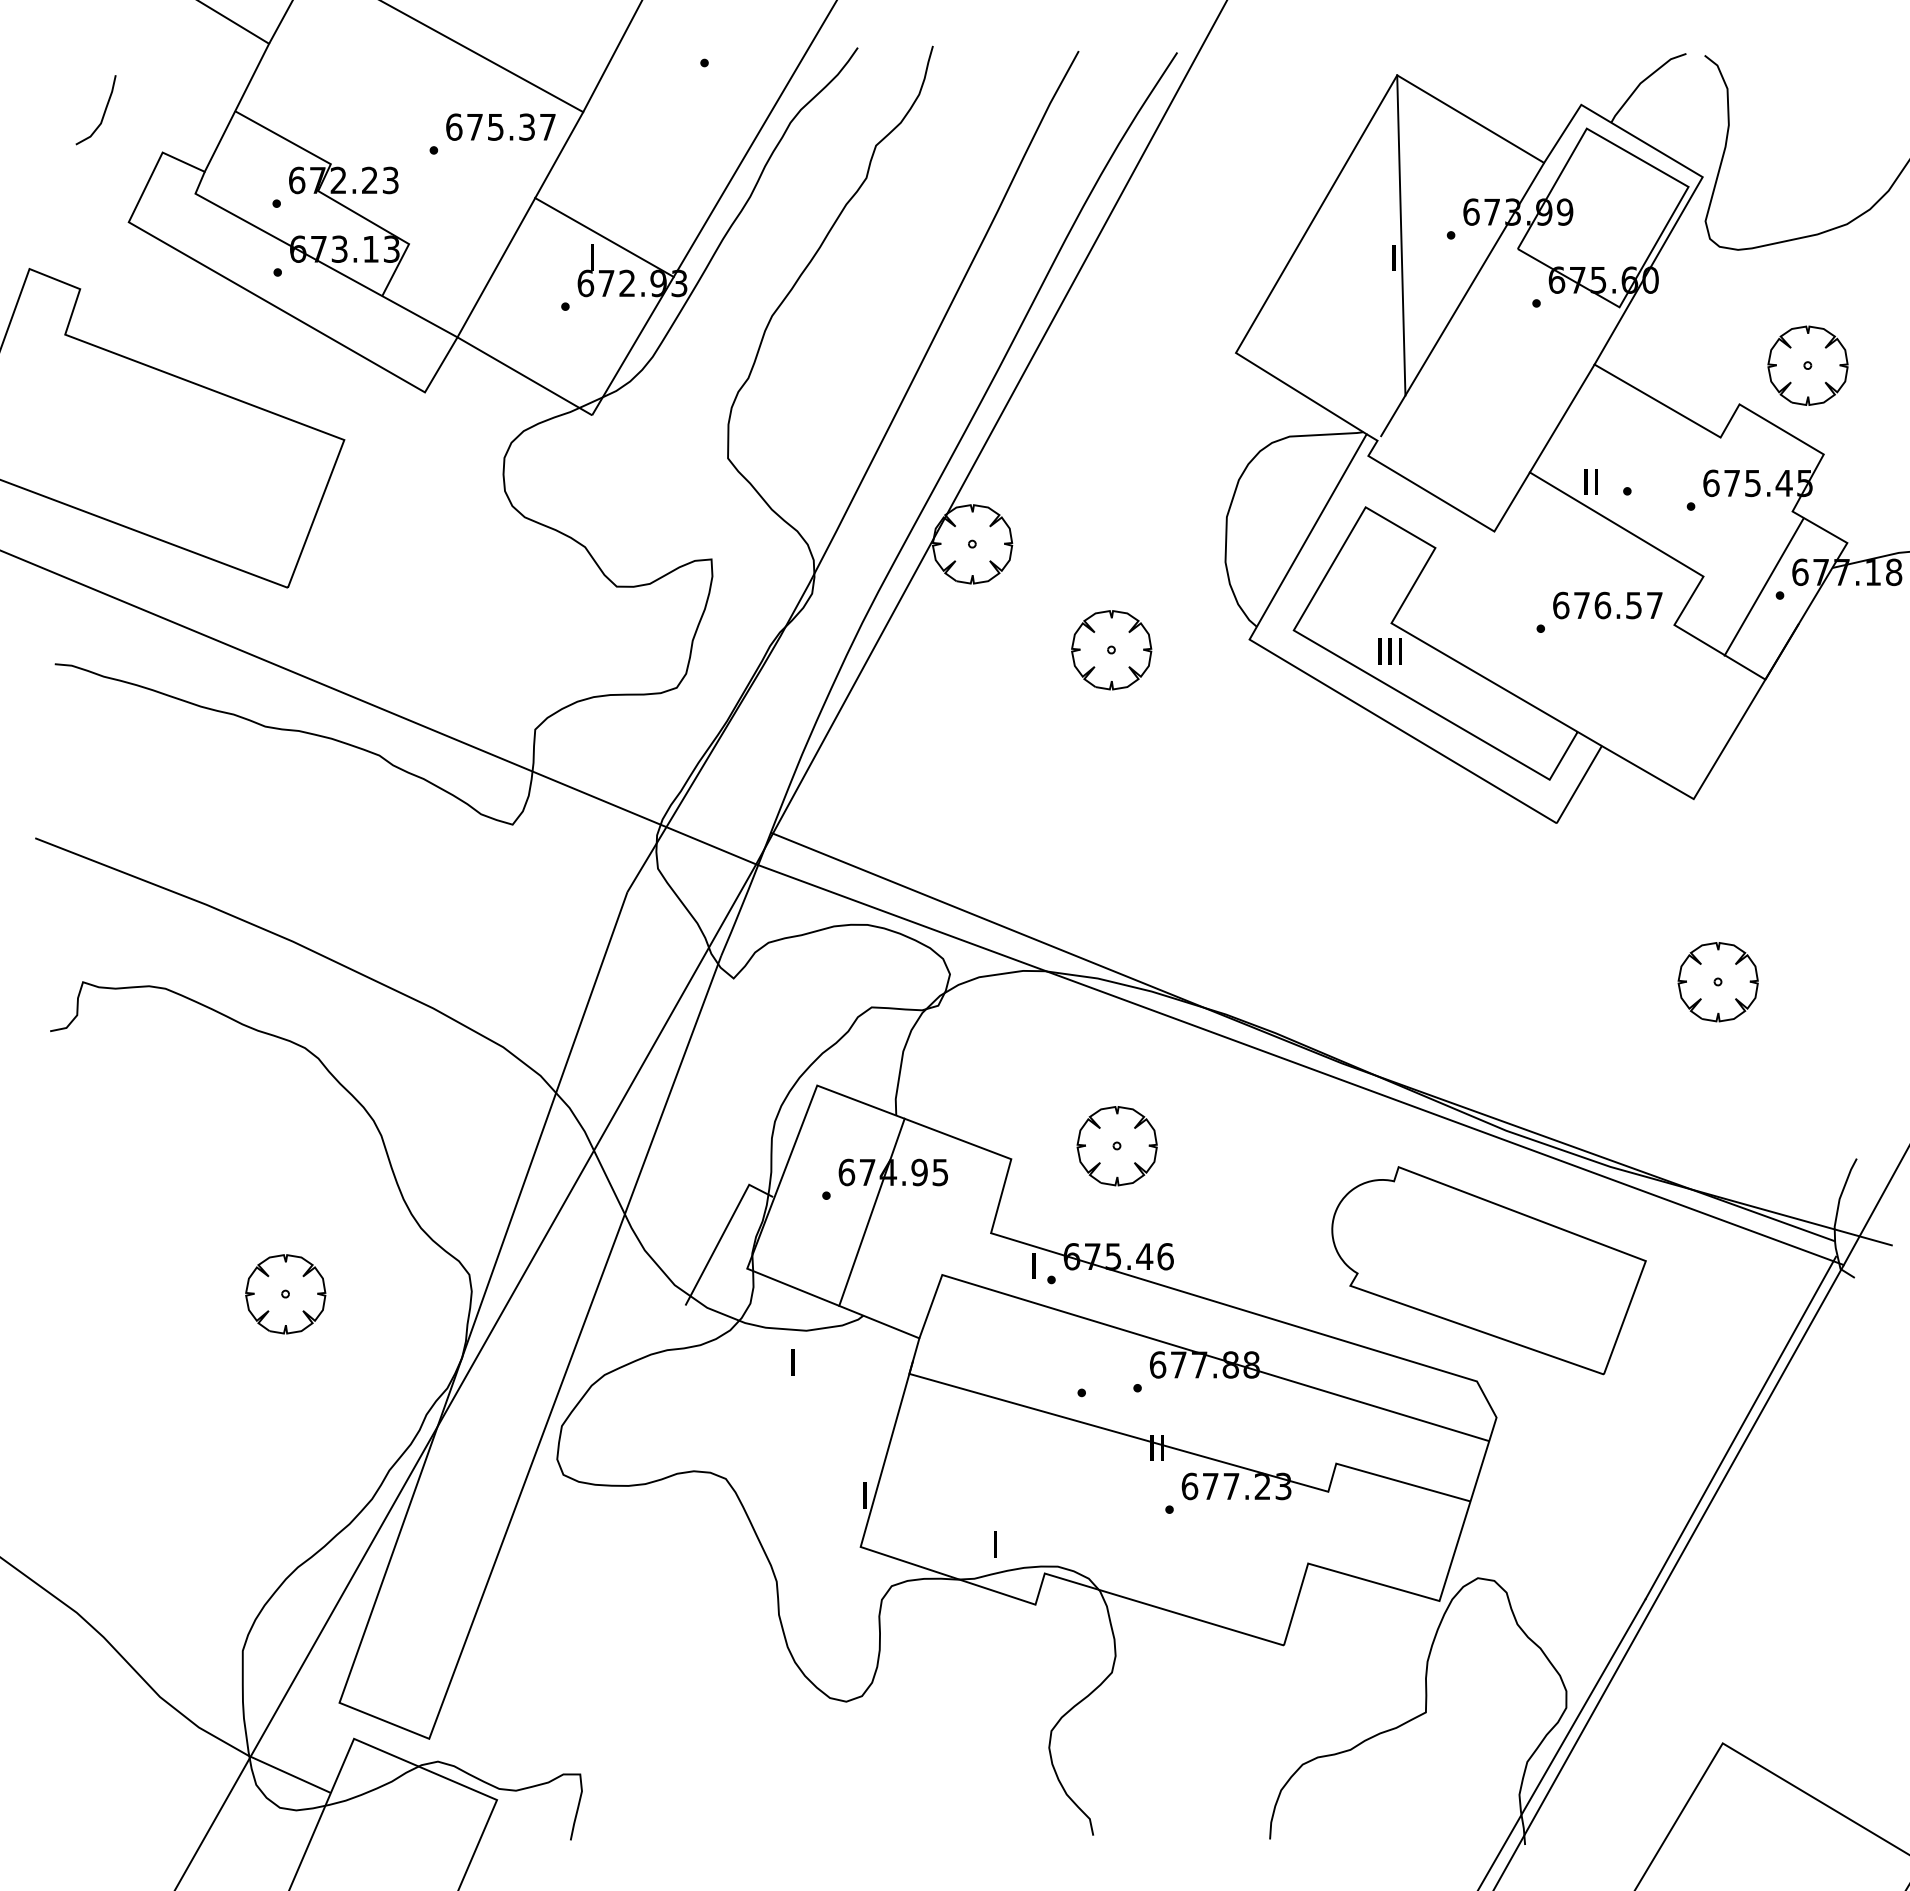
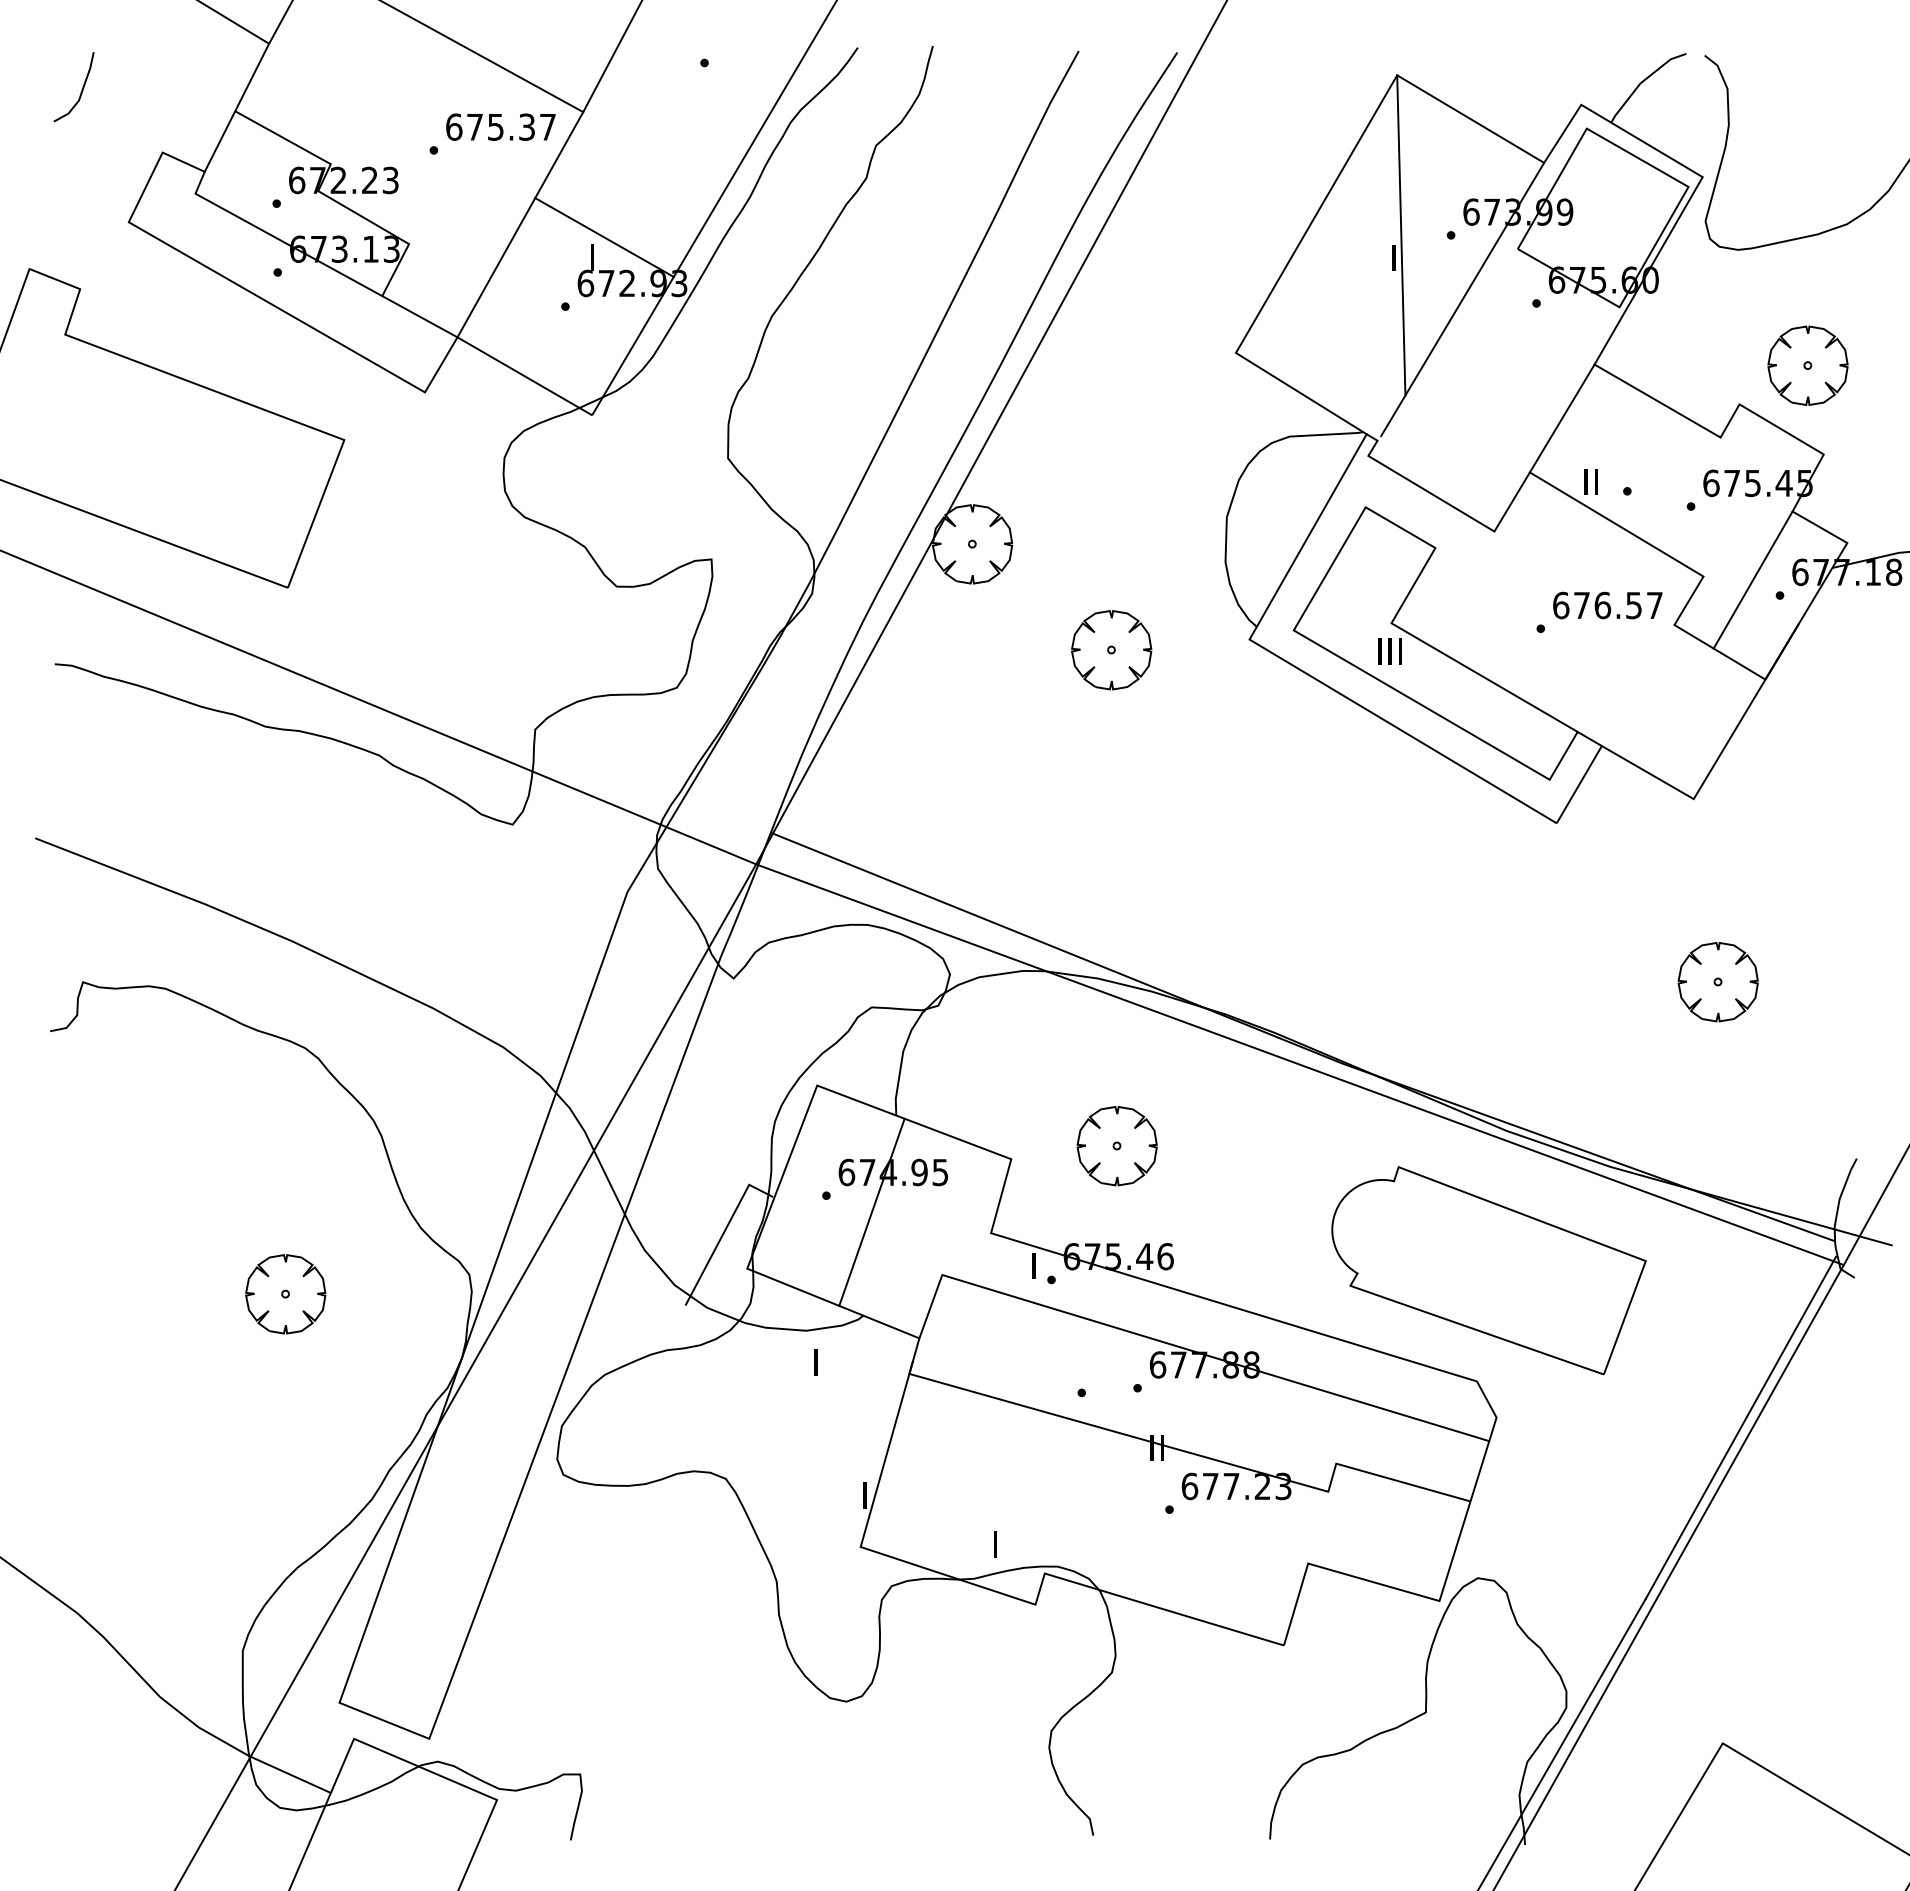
curve at (103, 112) position: (103, 112) -> (81, 89)
line at (1763, 586) position: (1763, 586) -> (1752, 579)
text at (792, 1362) position: (792, 1362) -> (815, 1362)
